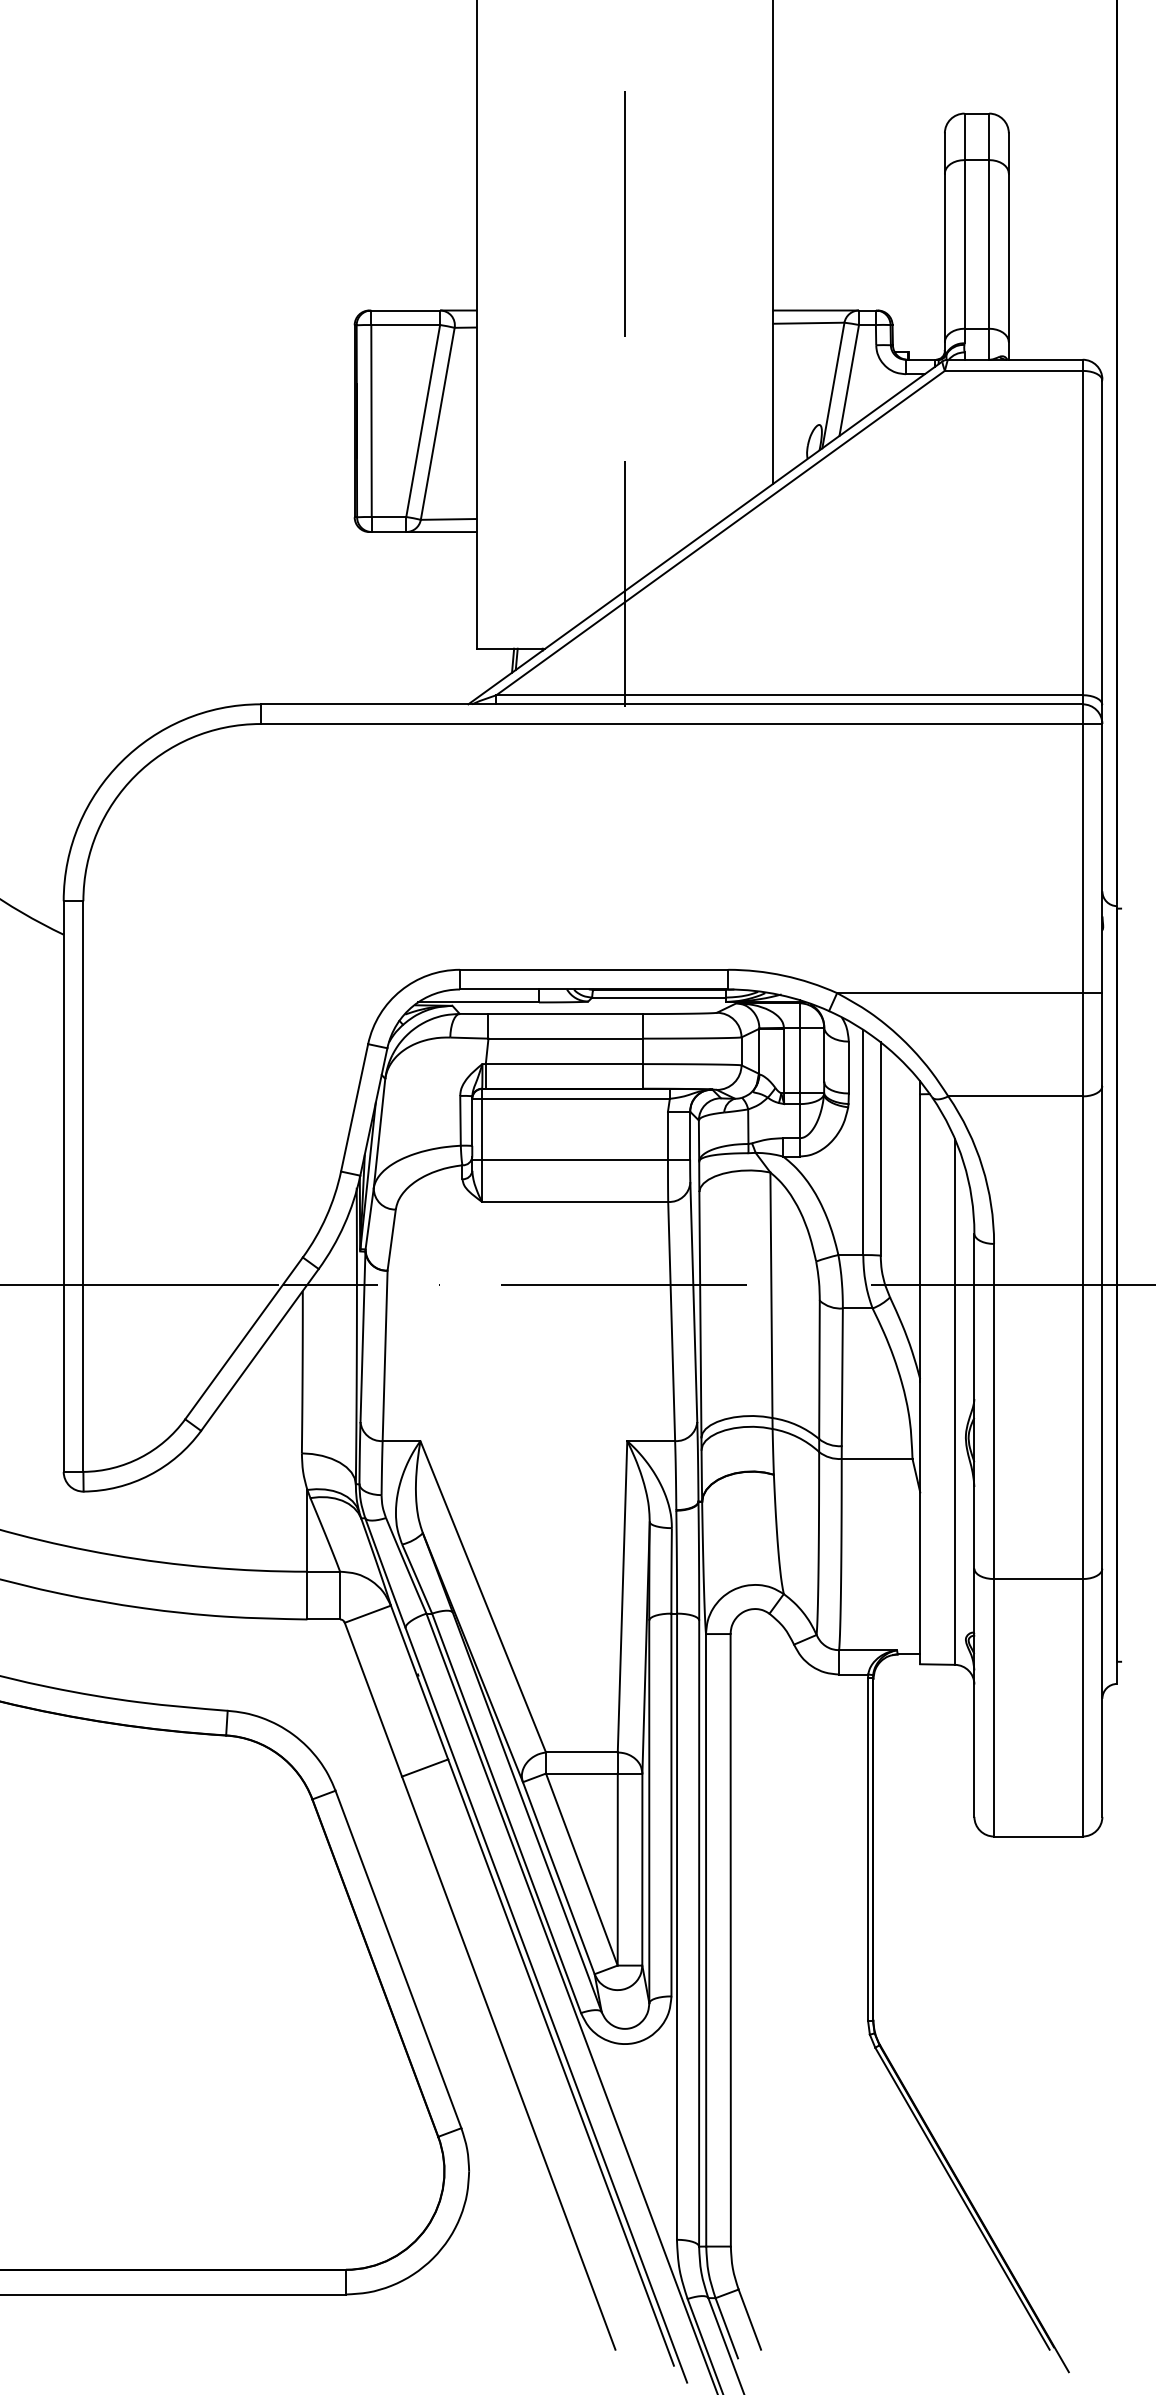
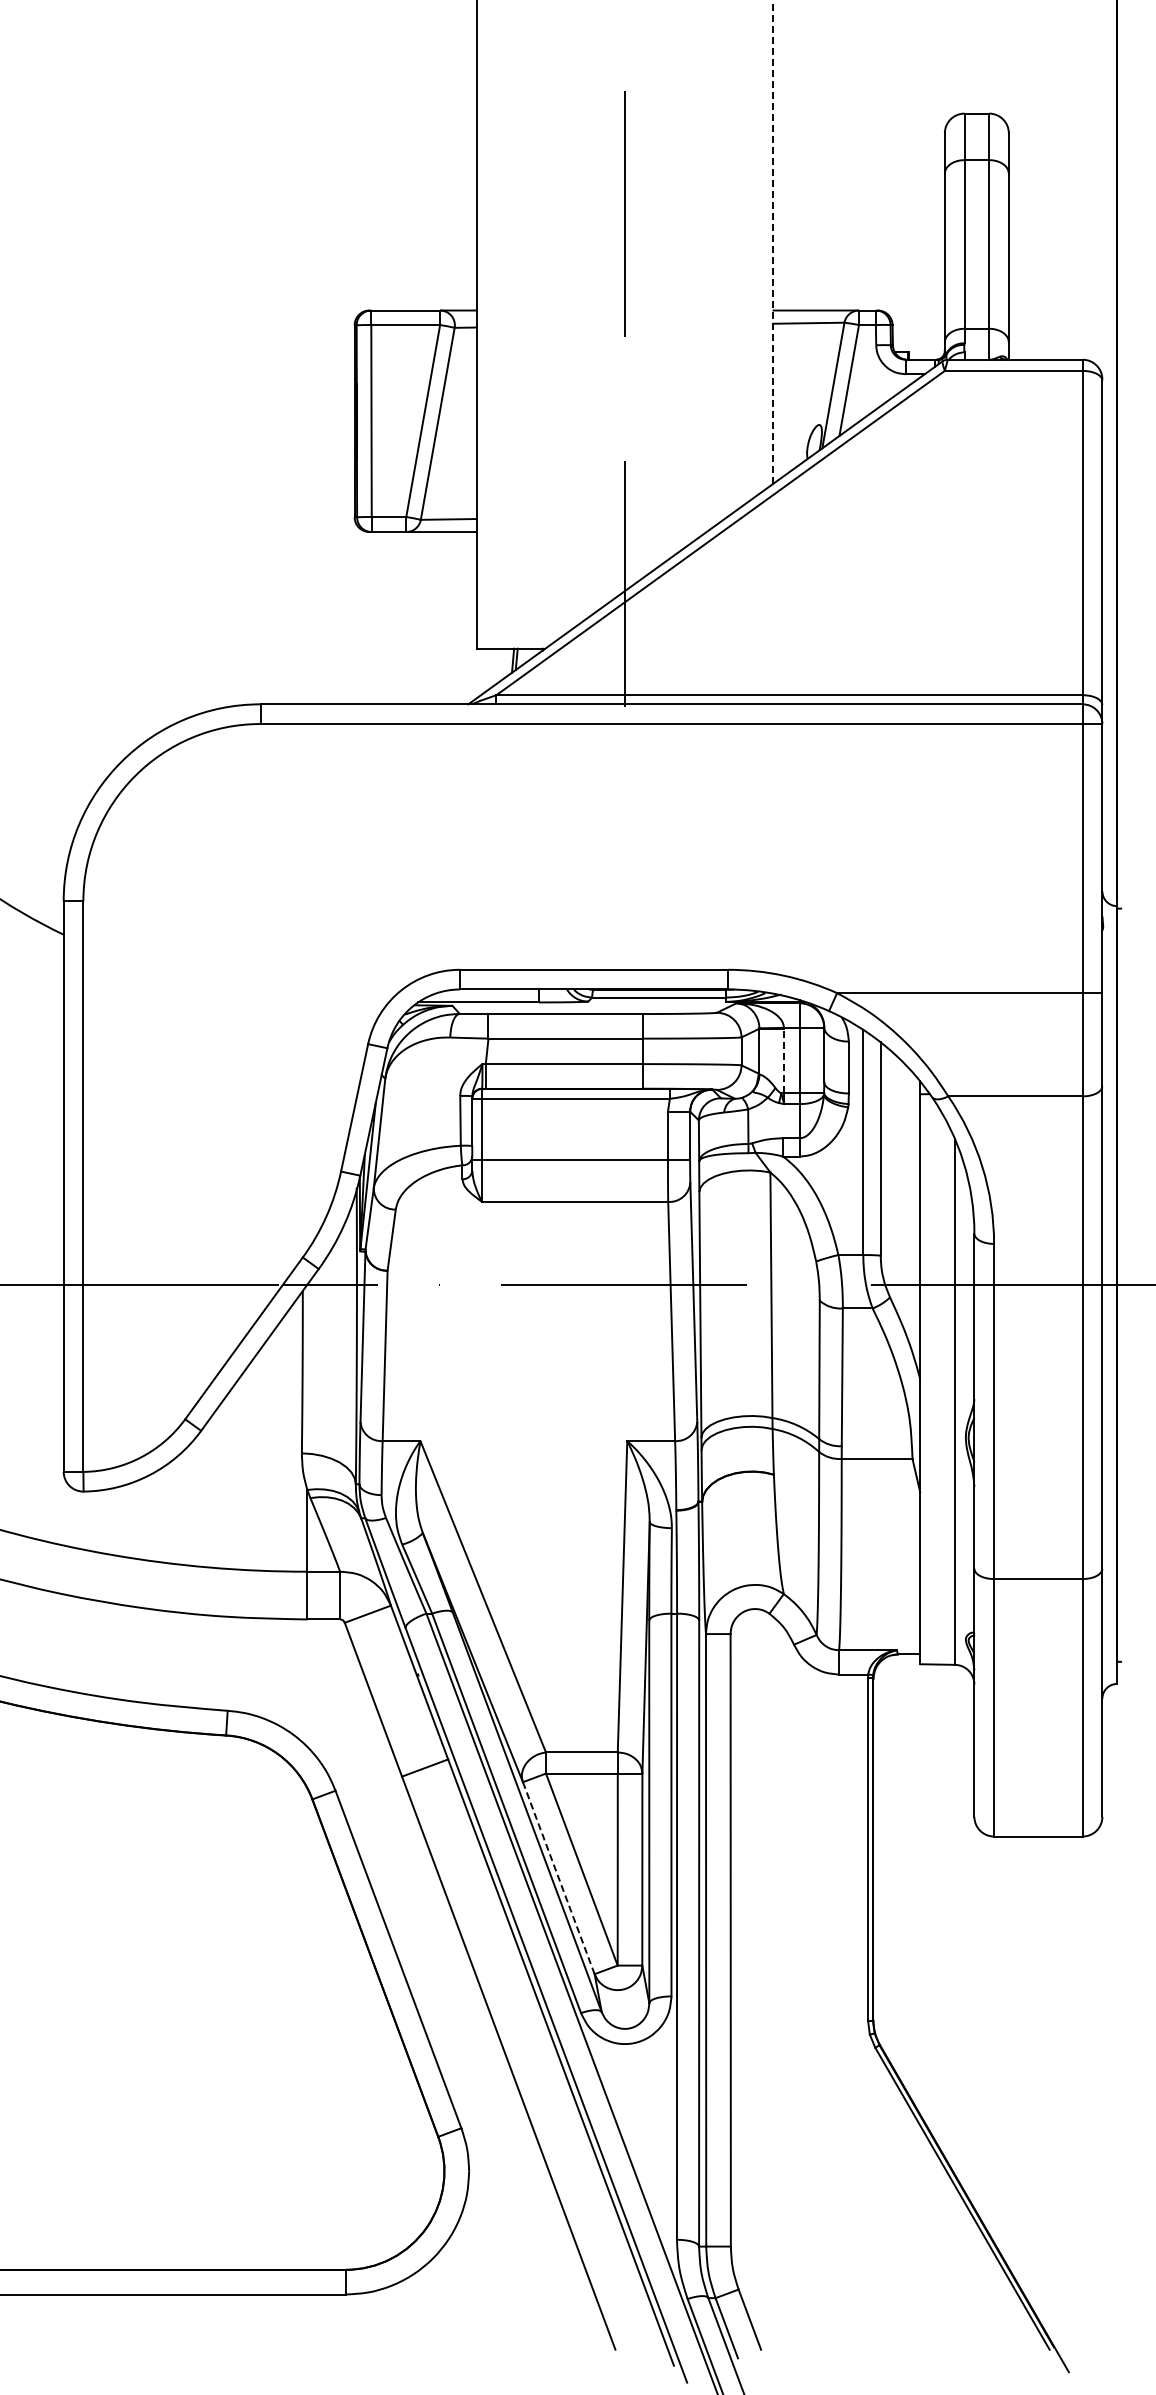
line at (772, 242): solid -> dashed
line at (784, 1060): solid -> dashed
line at (558, 1878): solid -> dashed
